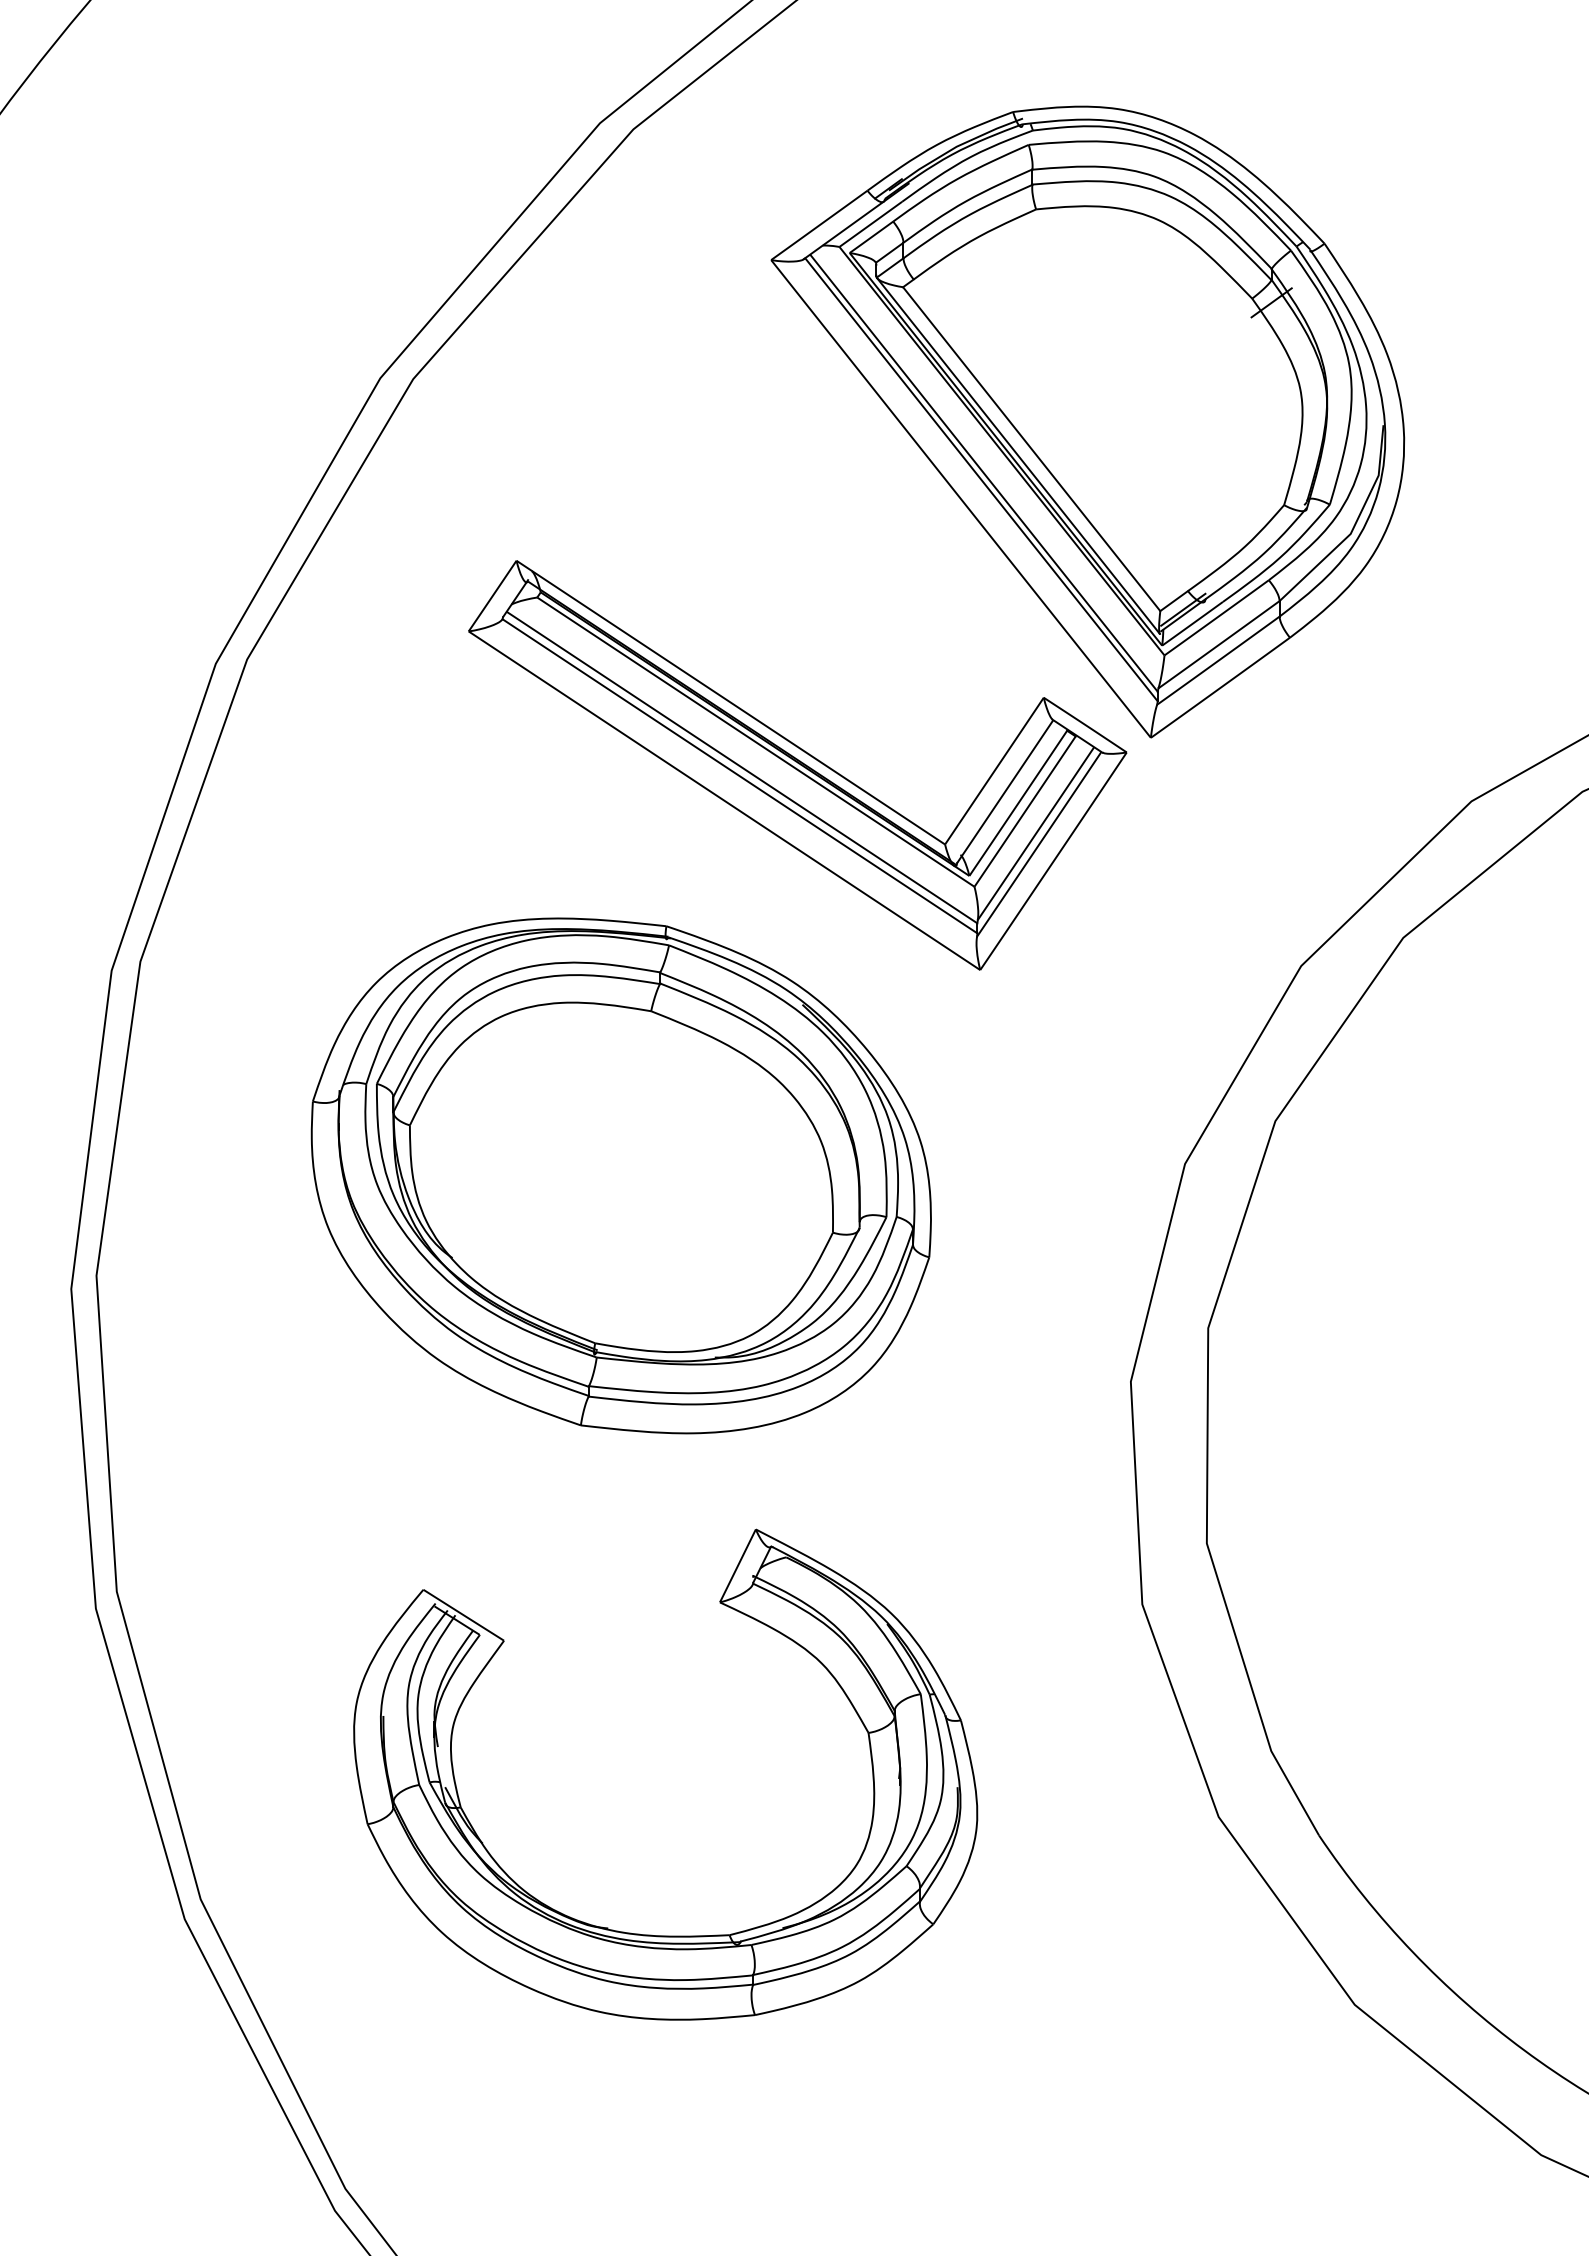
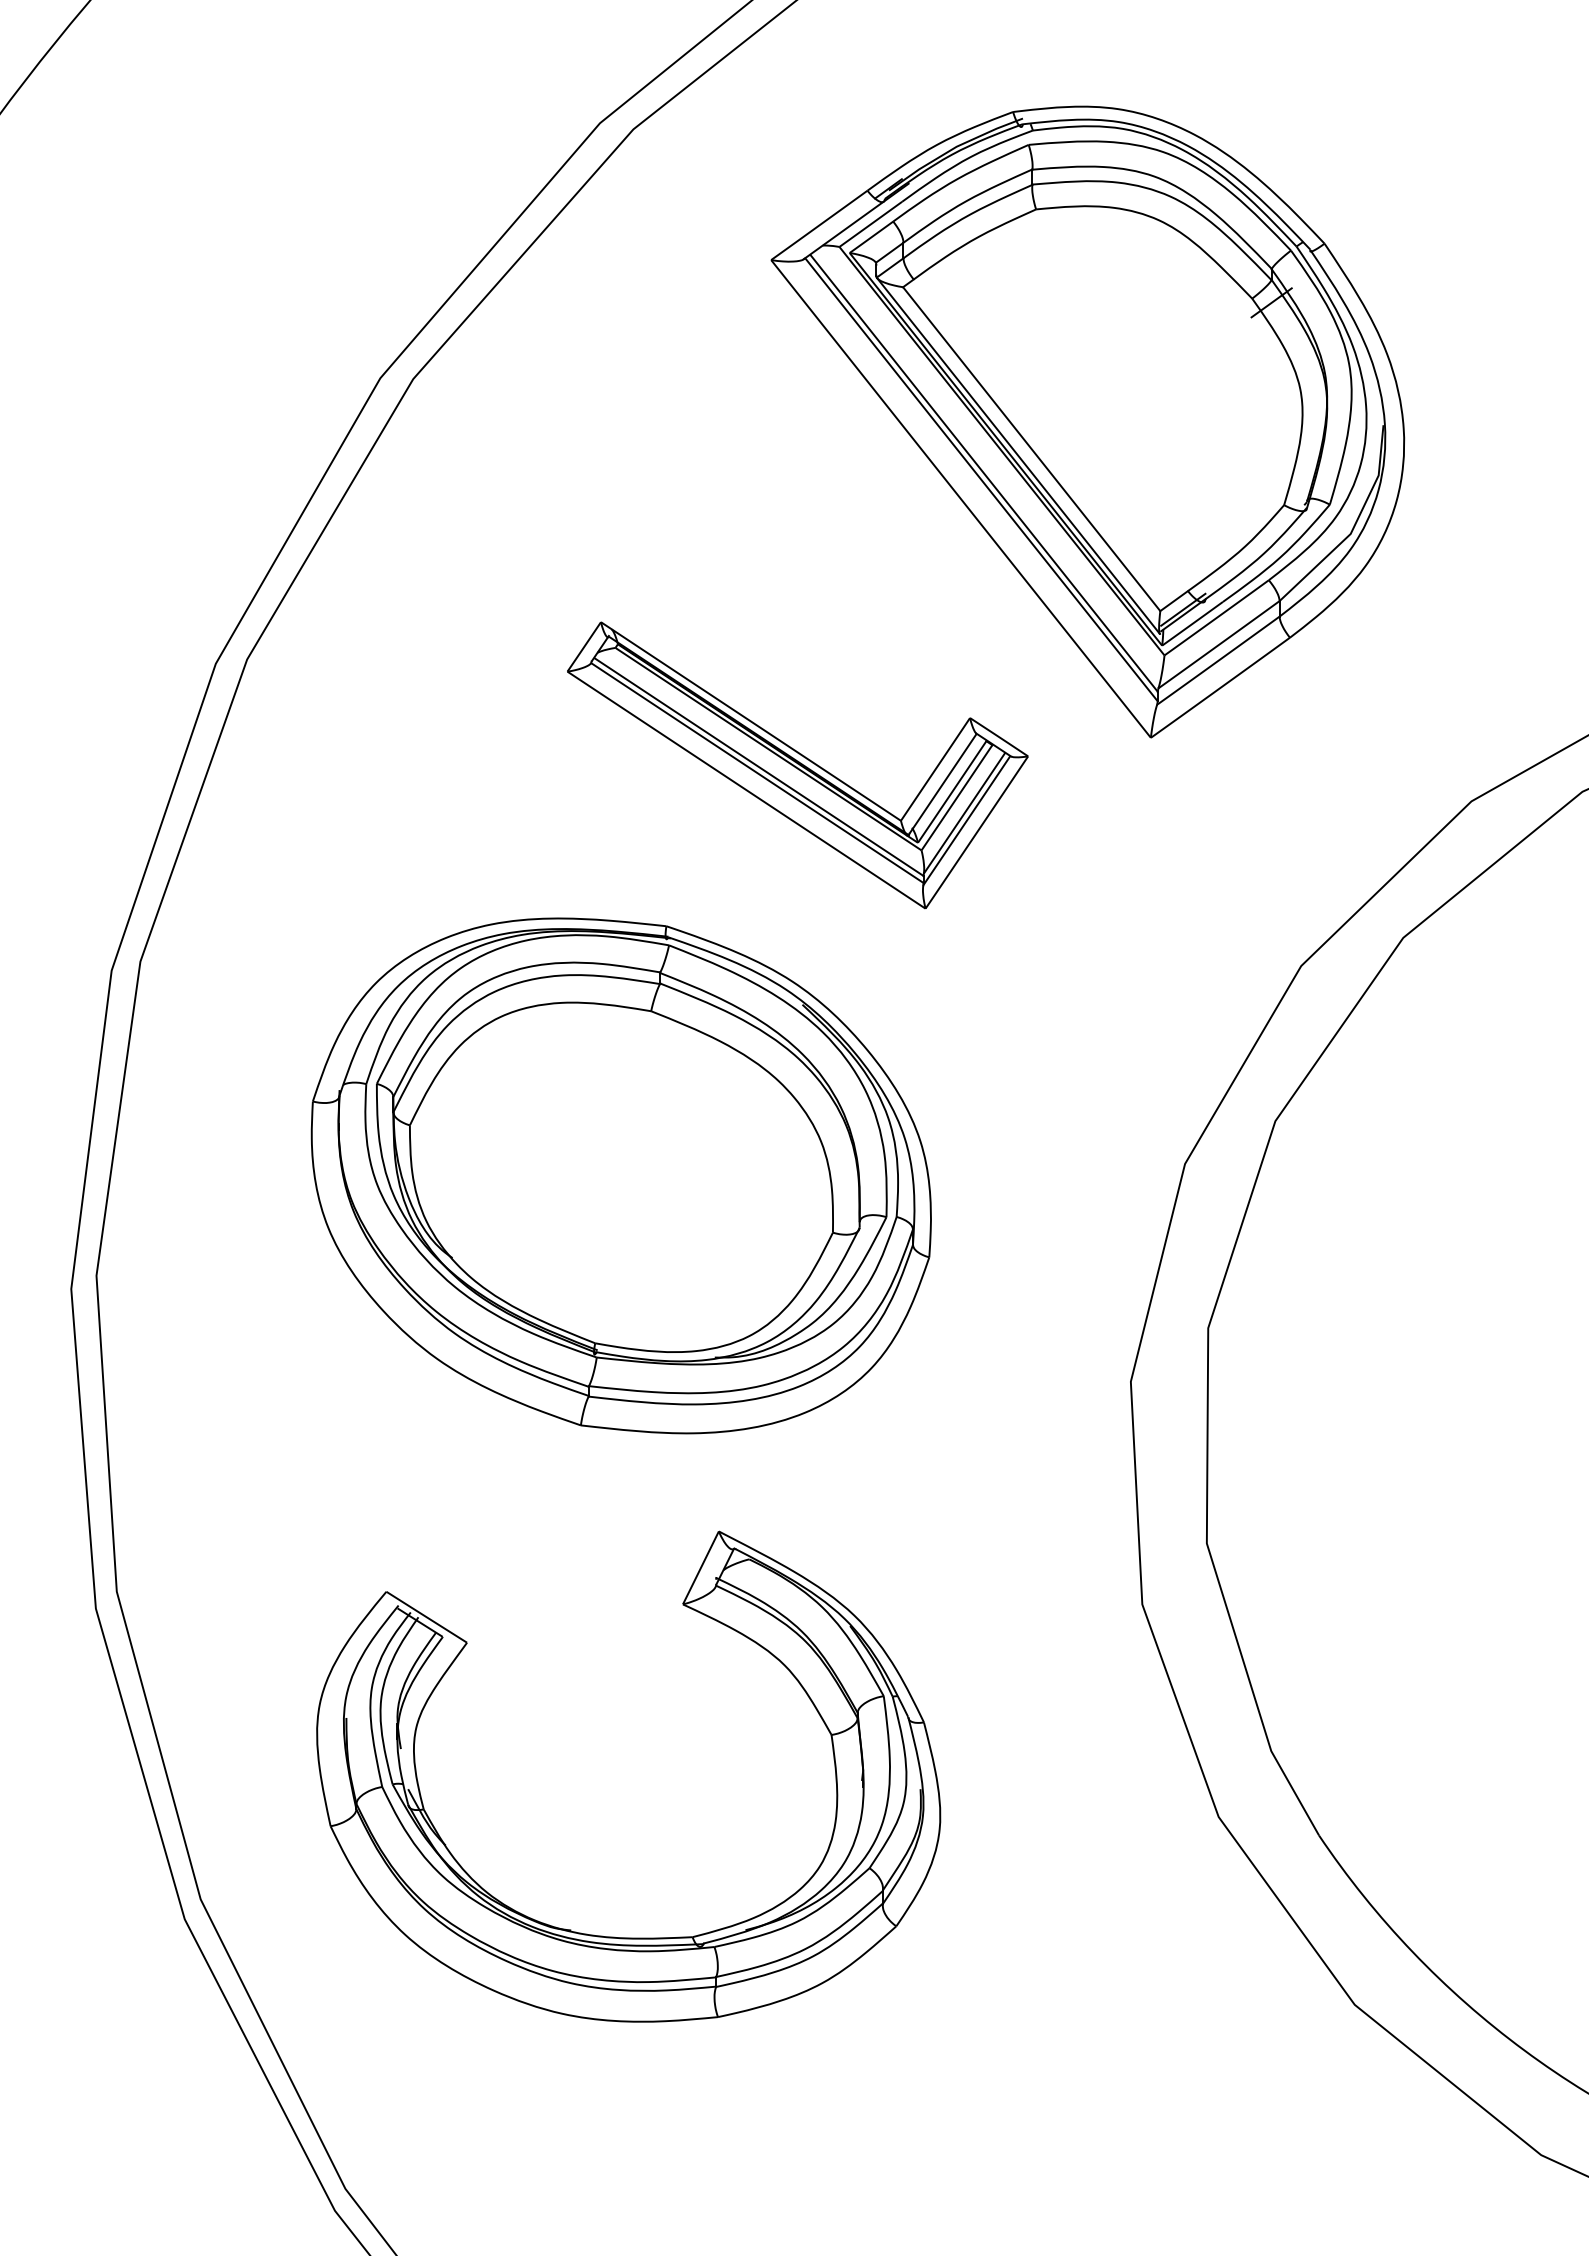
part at (797, 765) size: 660x411 px -> 462x289 px
part at (651, 1934) position: (651, 1934) -> (614, 1936)
